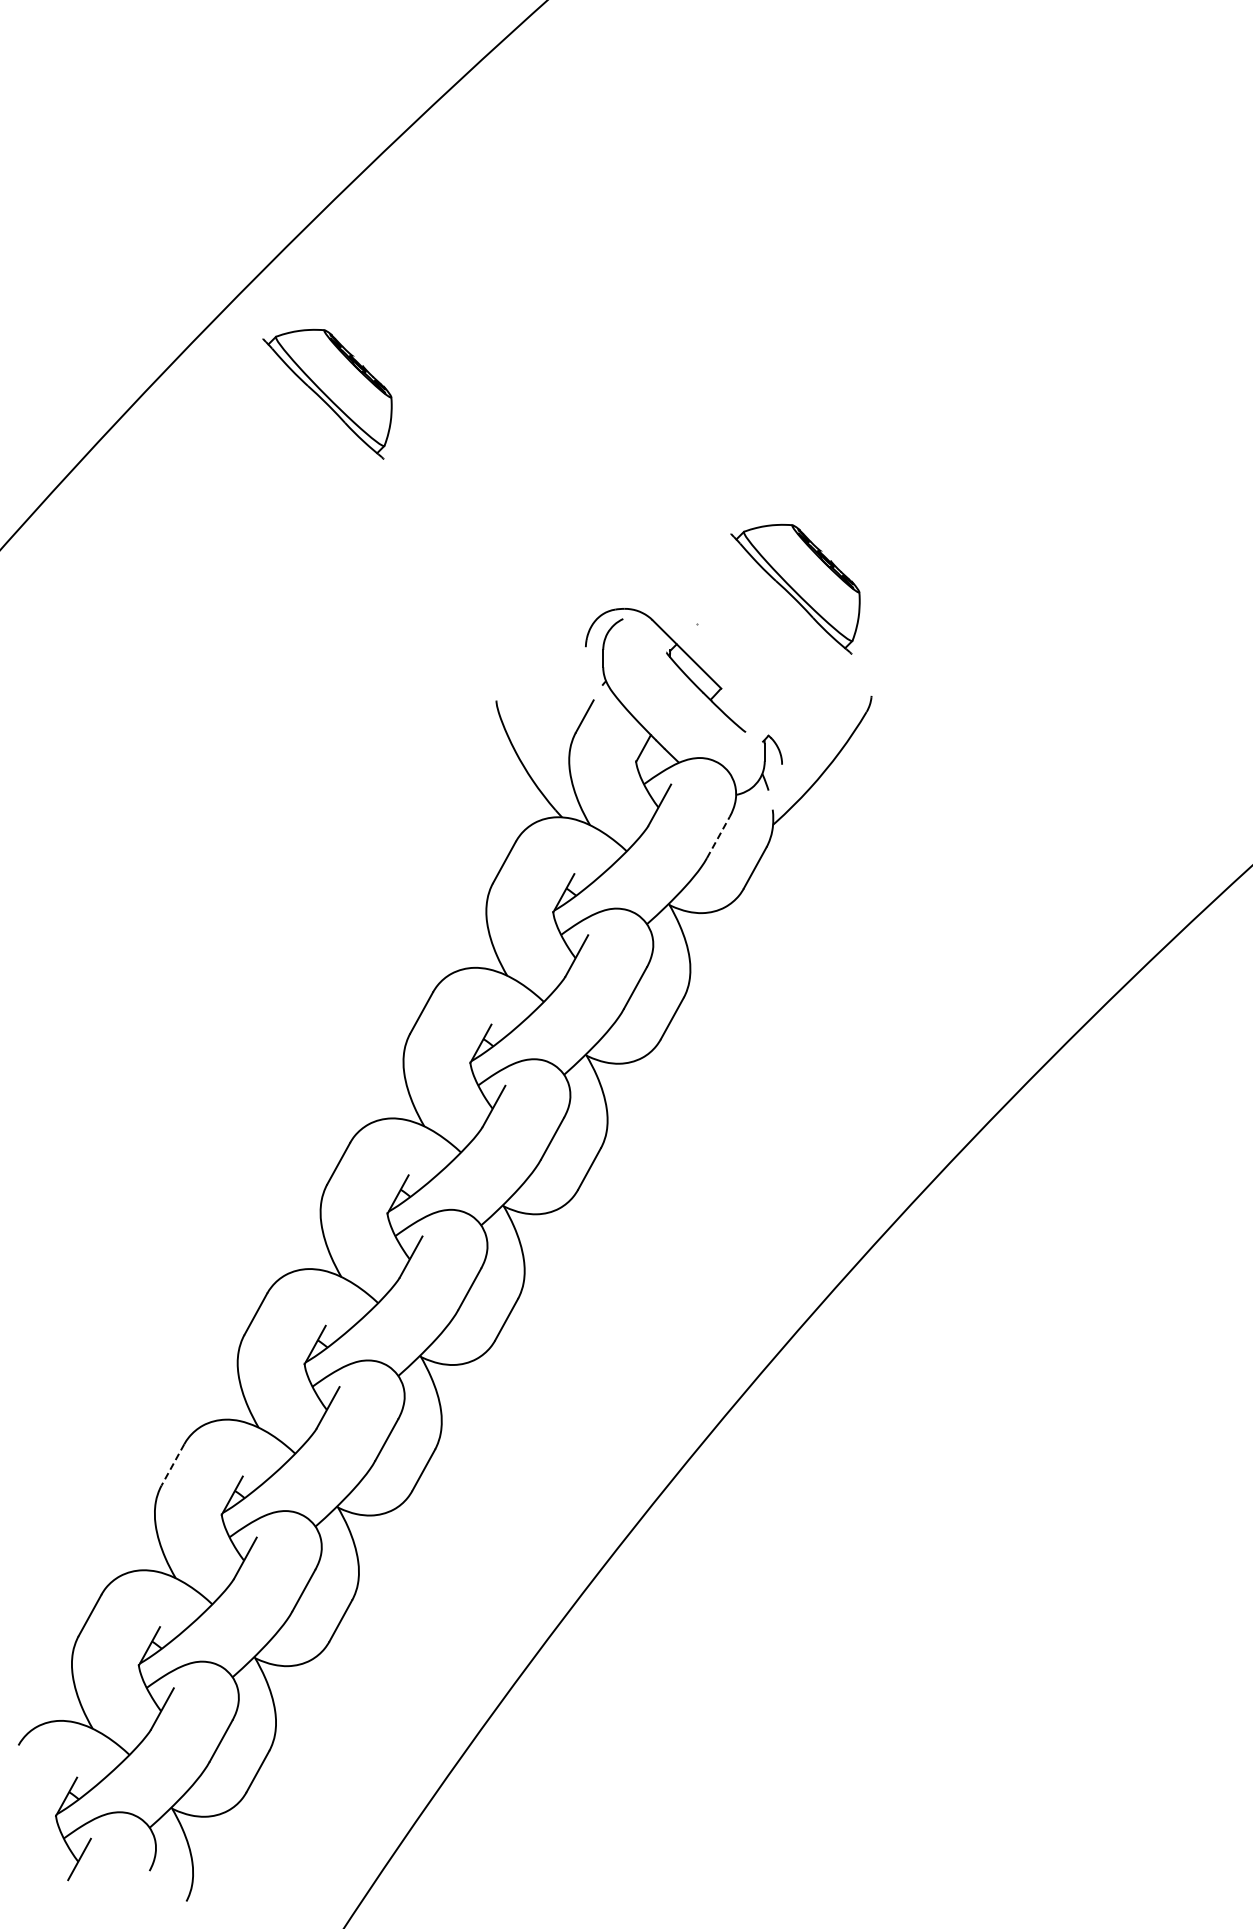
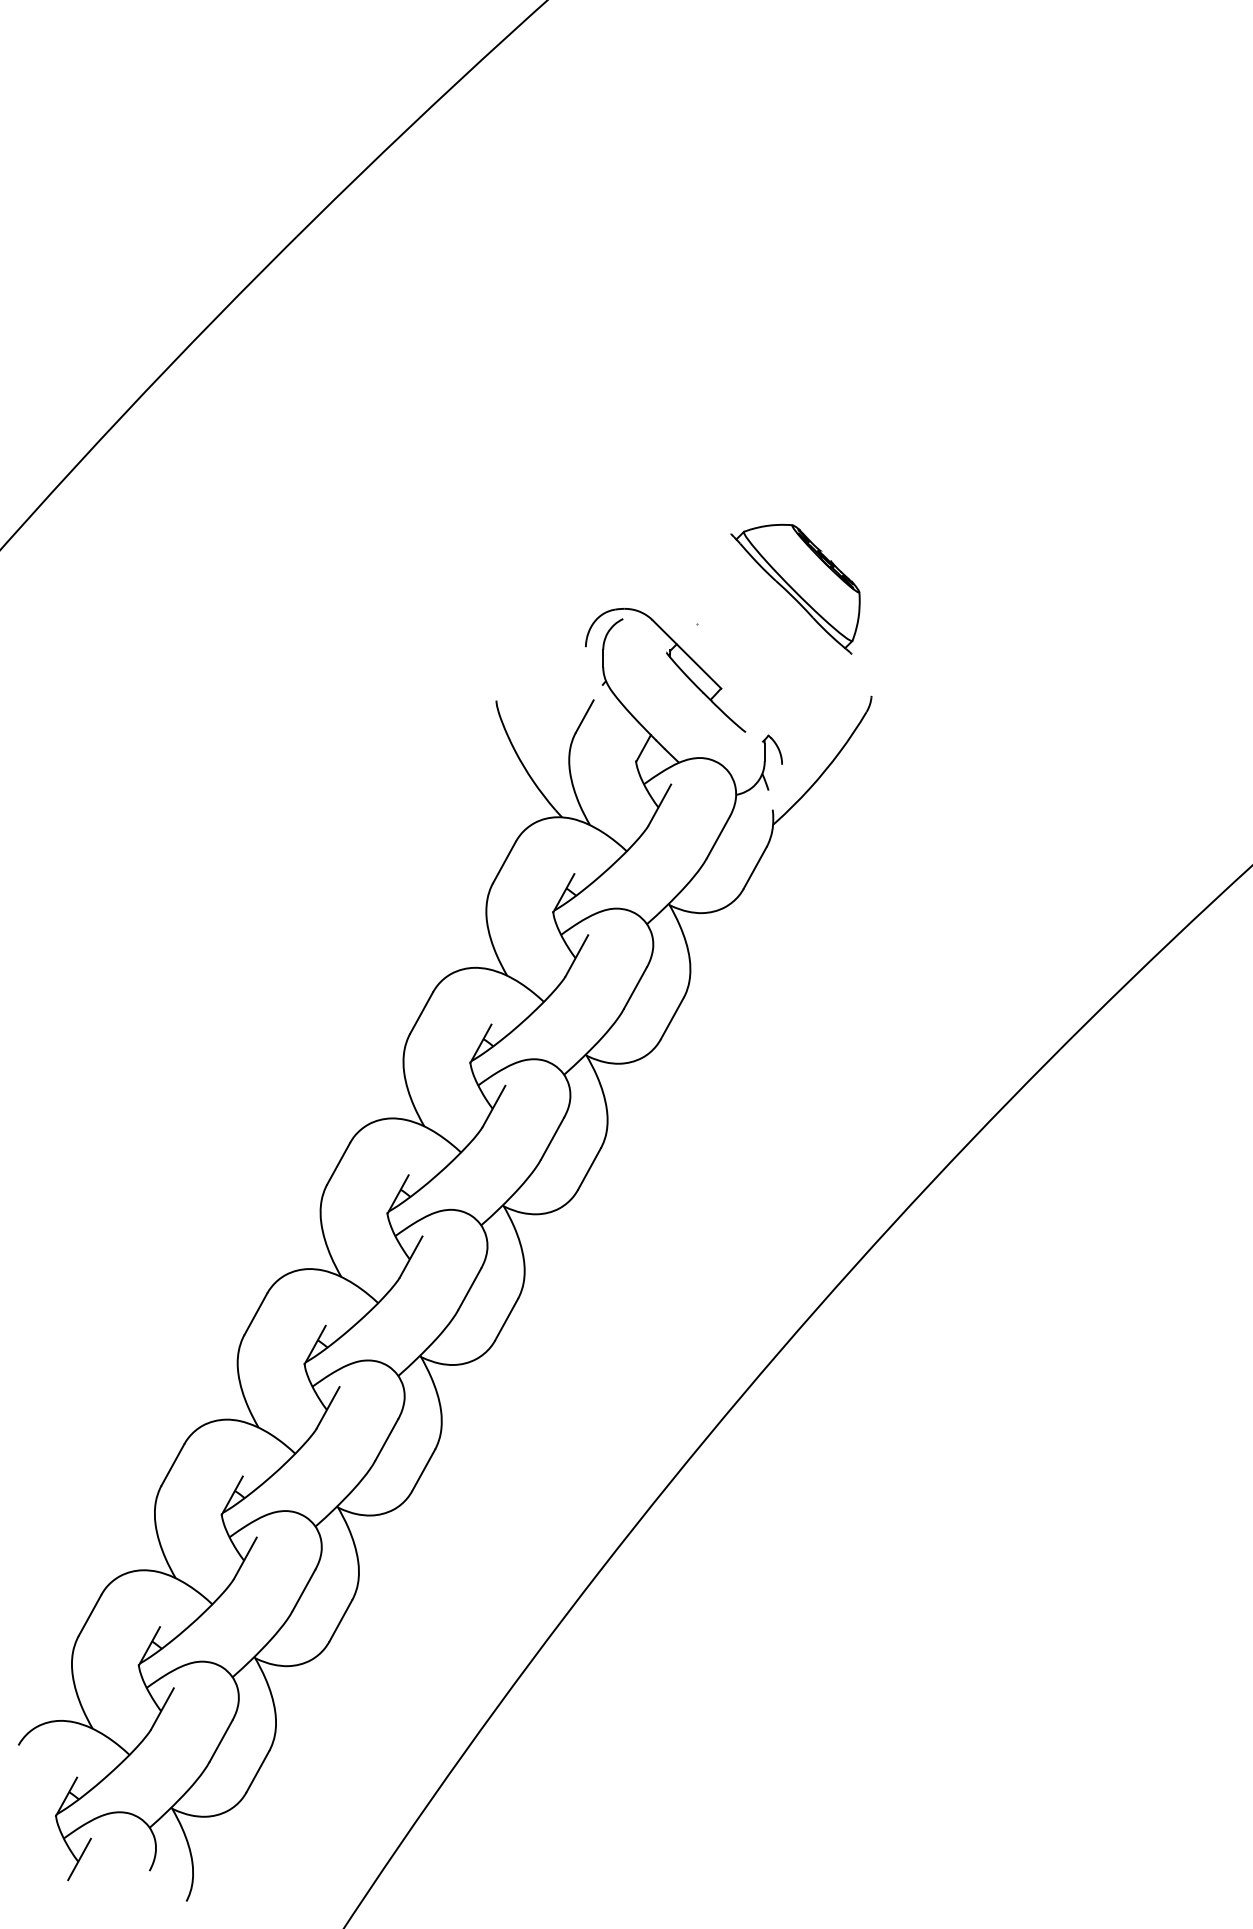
part at (327, 393): present -> none
line at (718, 837): dashed -> solid
line at (172, 1464): dashed -> solid
